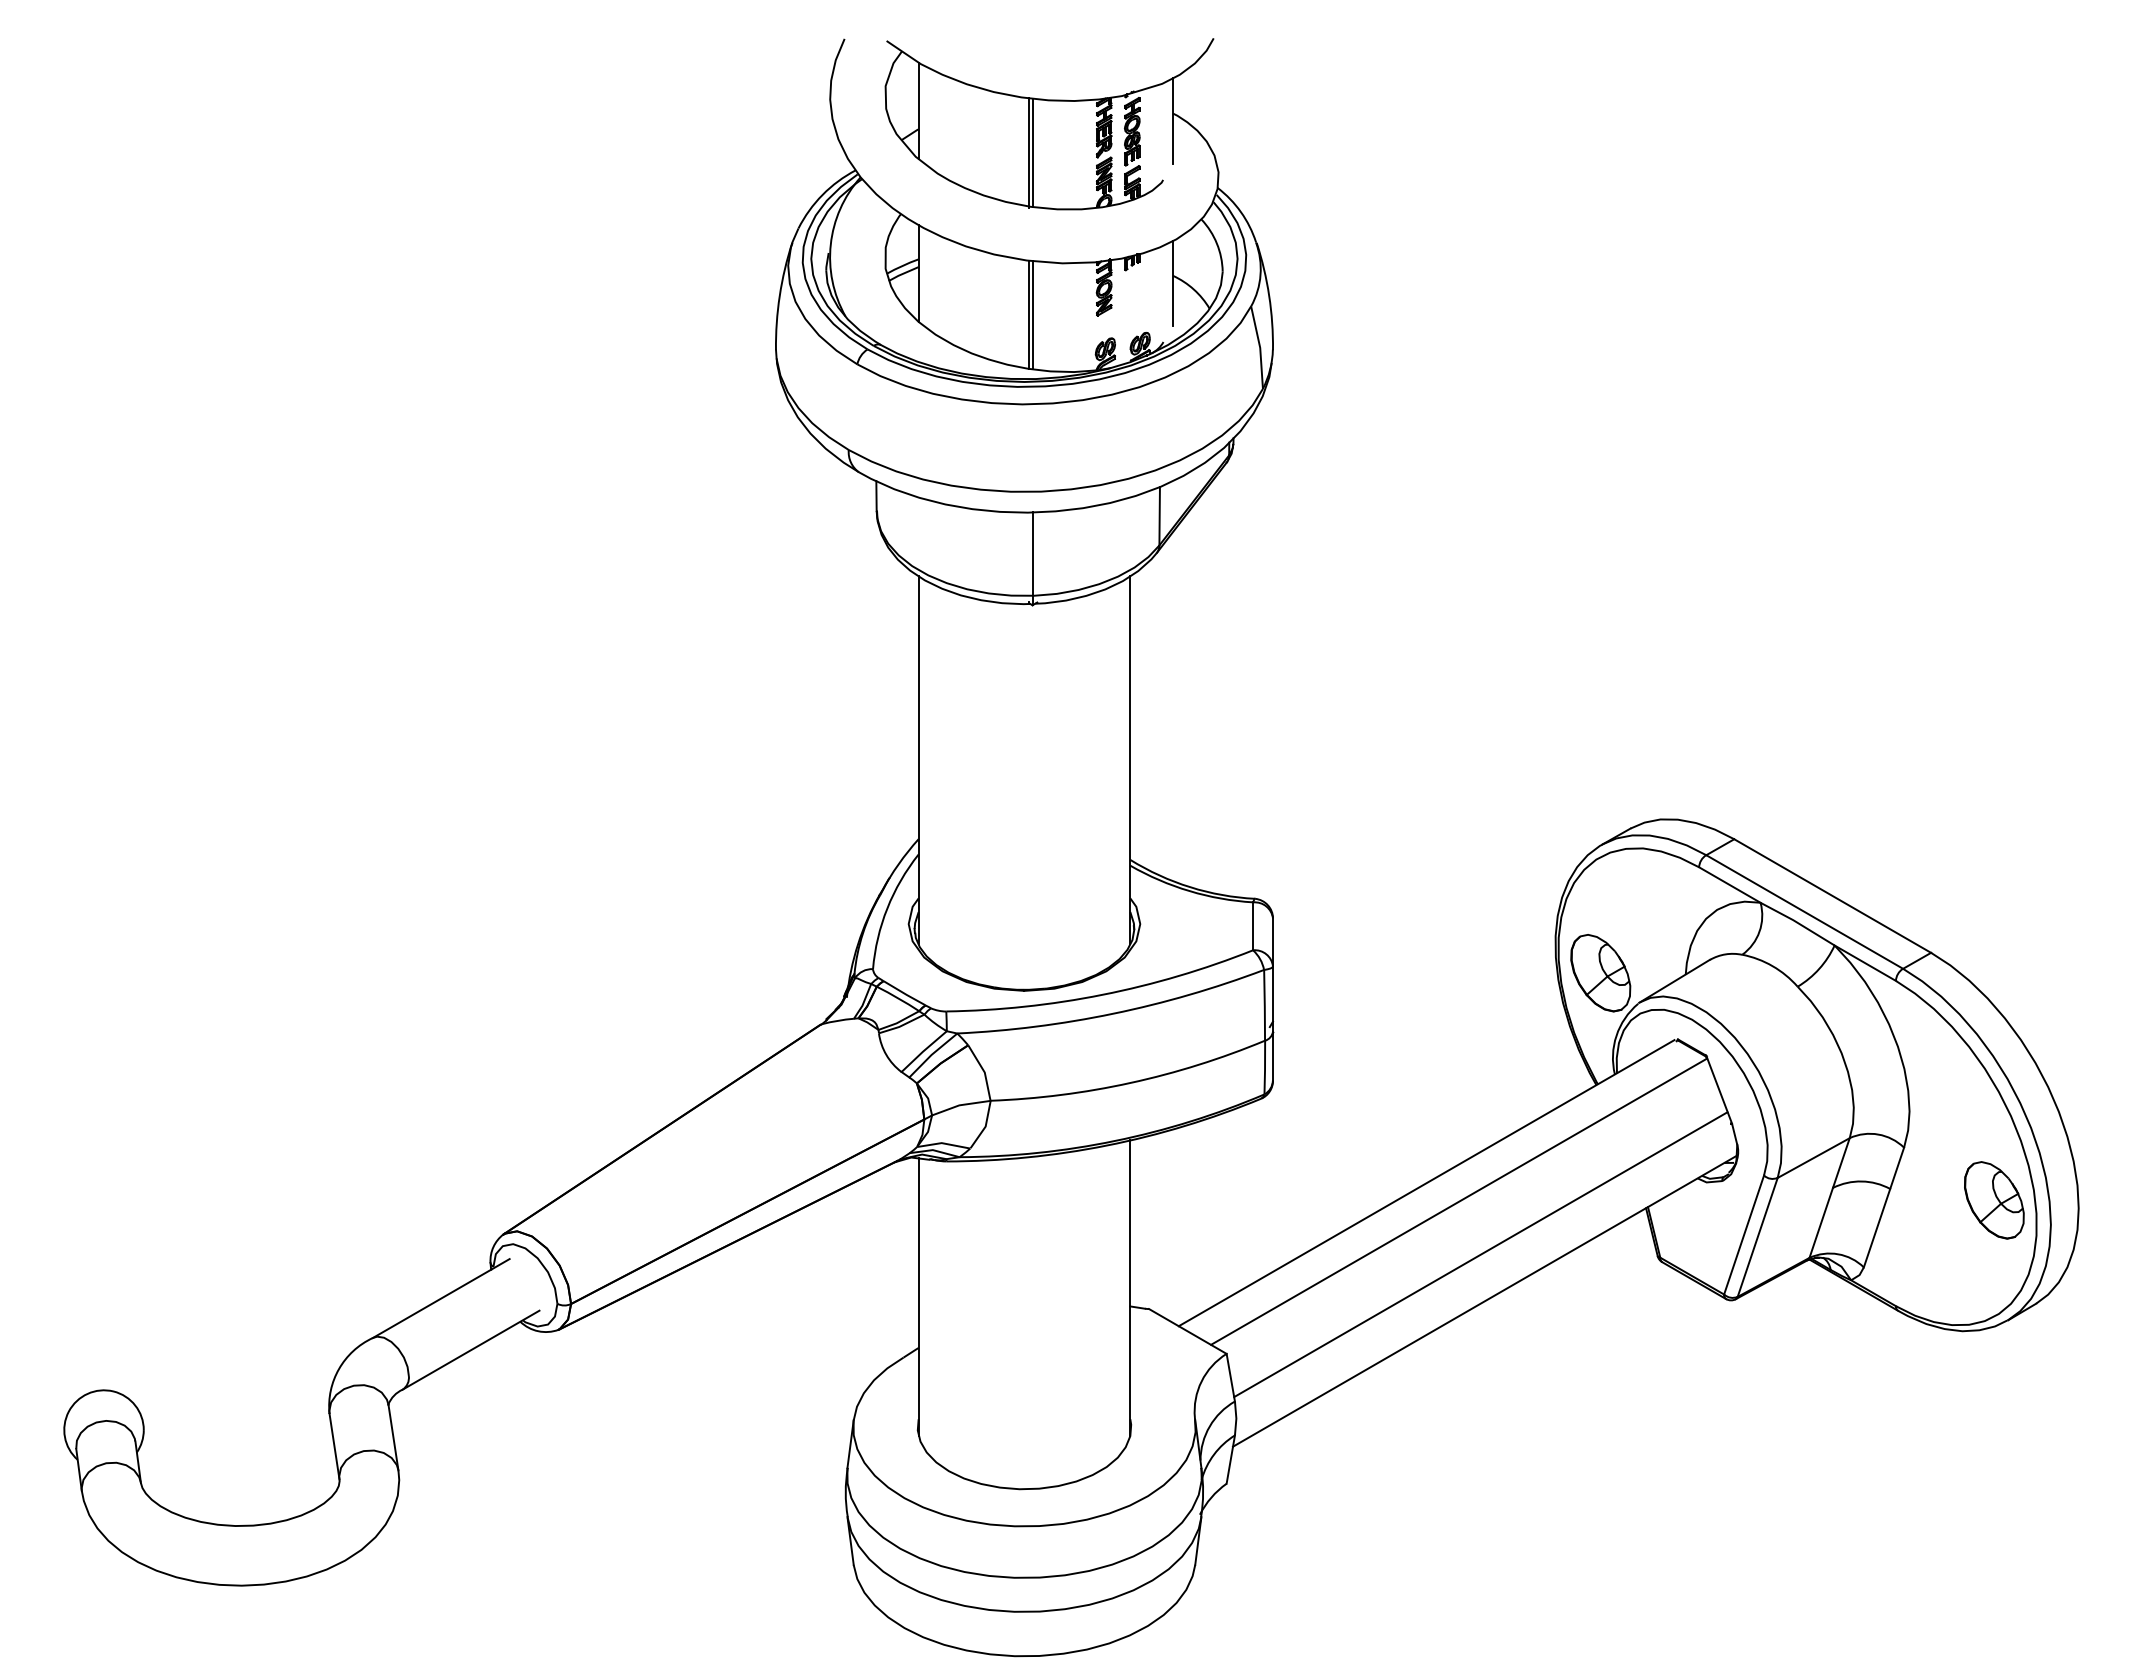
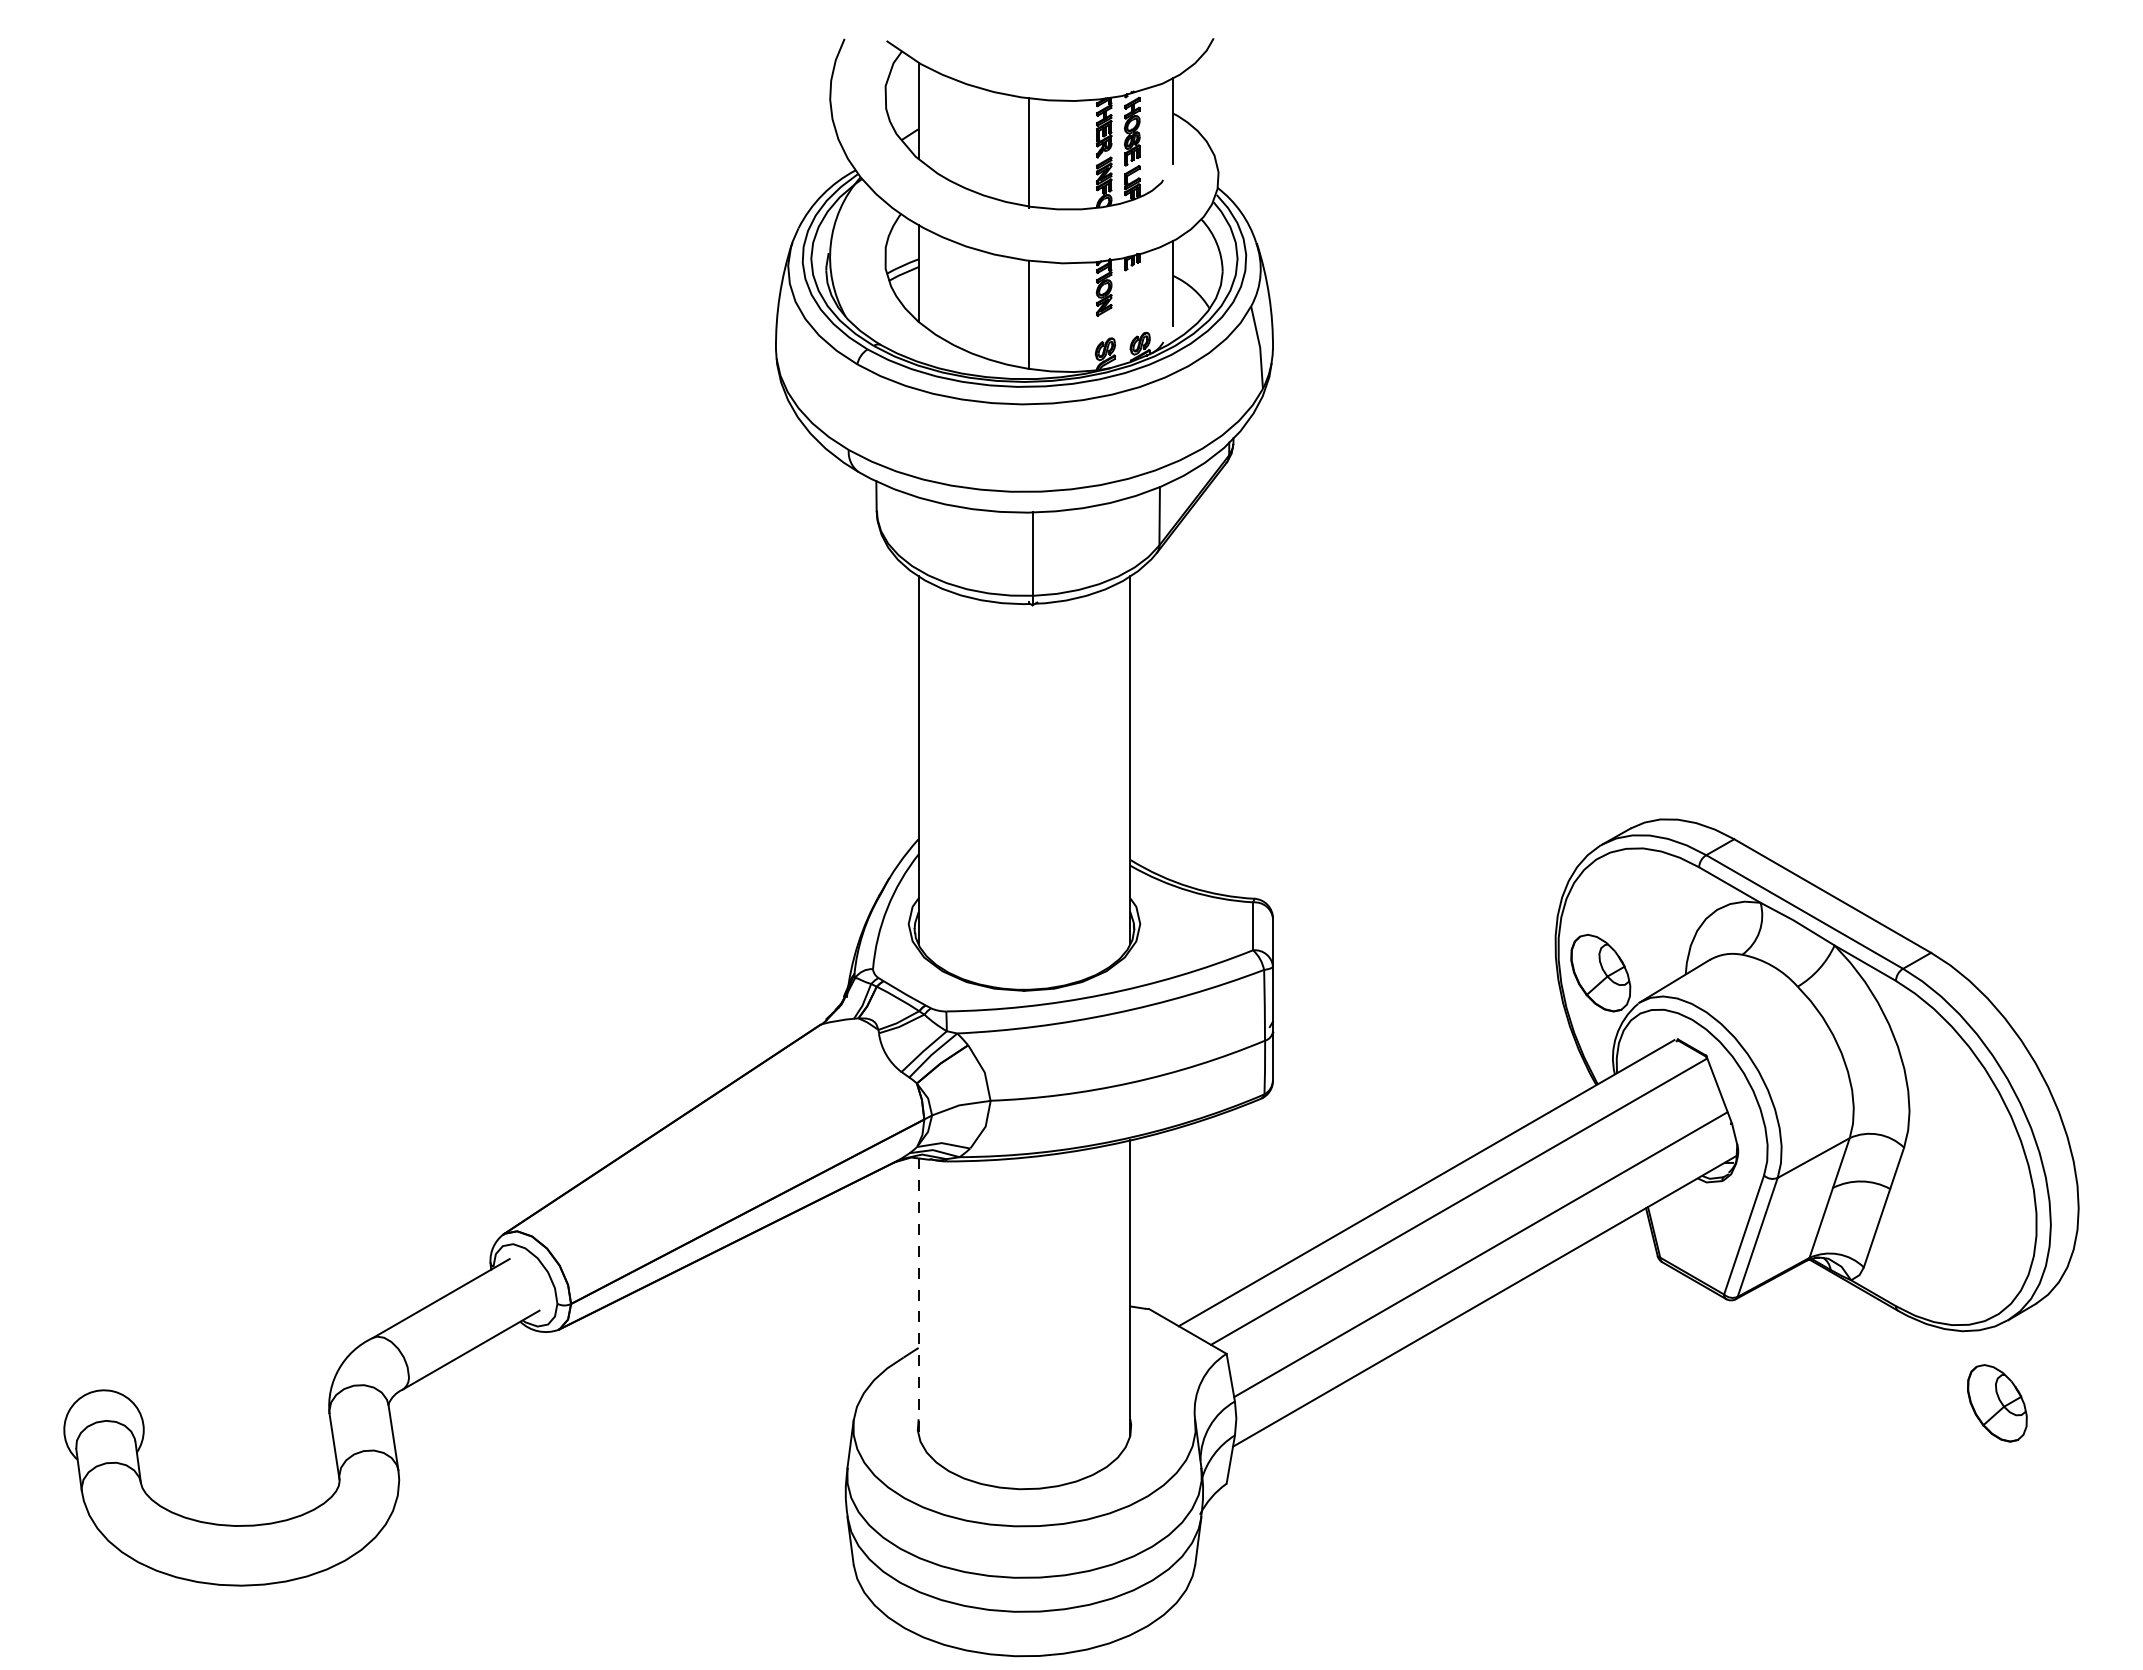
line at (1032, 152): present -> none
line at (1032, 315): present -> none
part at (1994, 1200) position: (1994, 1200) -> (1997, 1403)
line at (918, 1297): solid -> dashed
